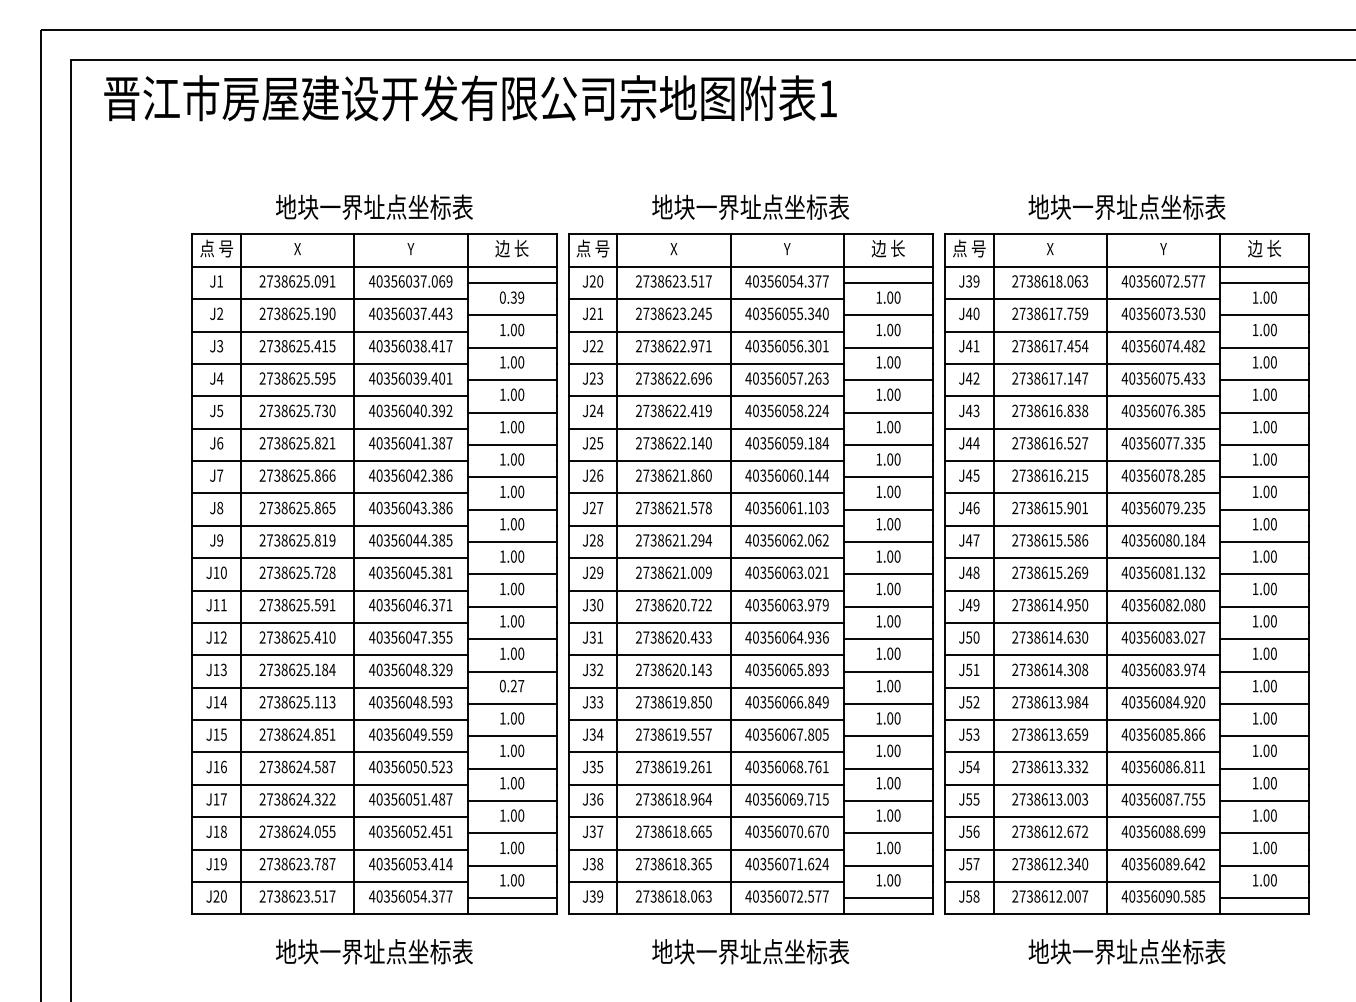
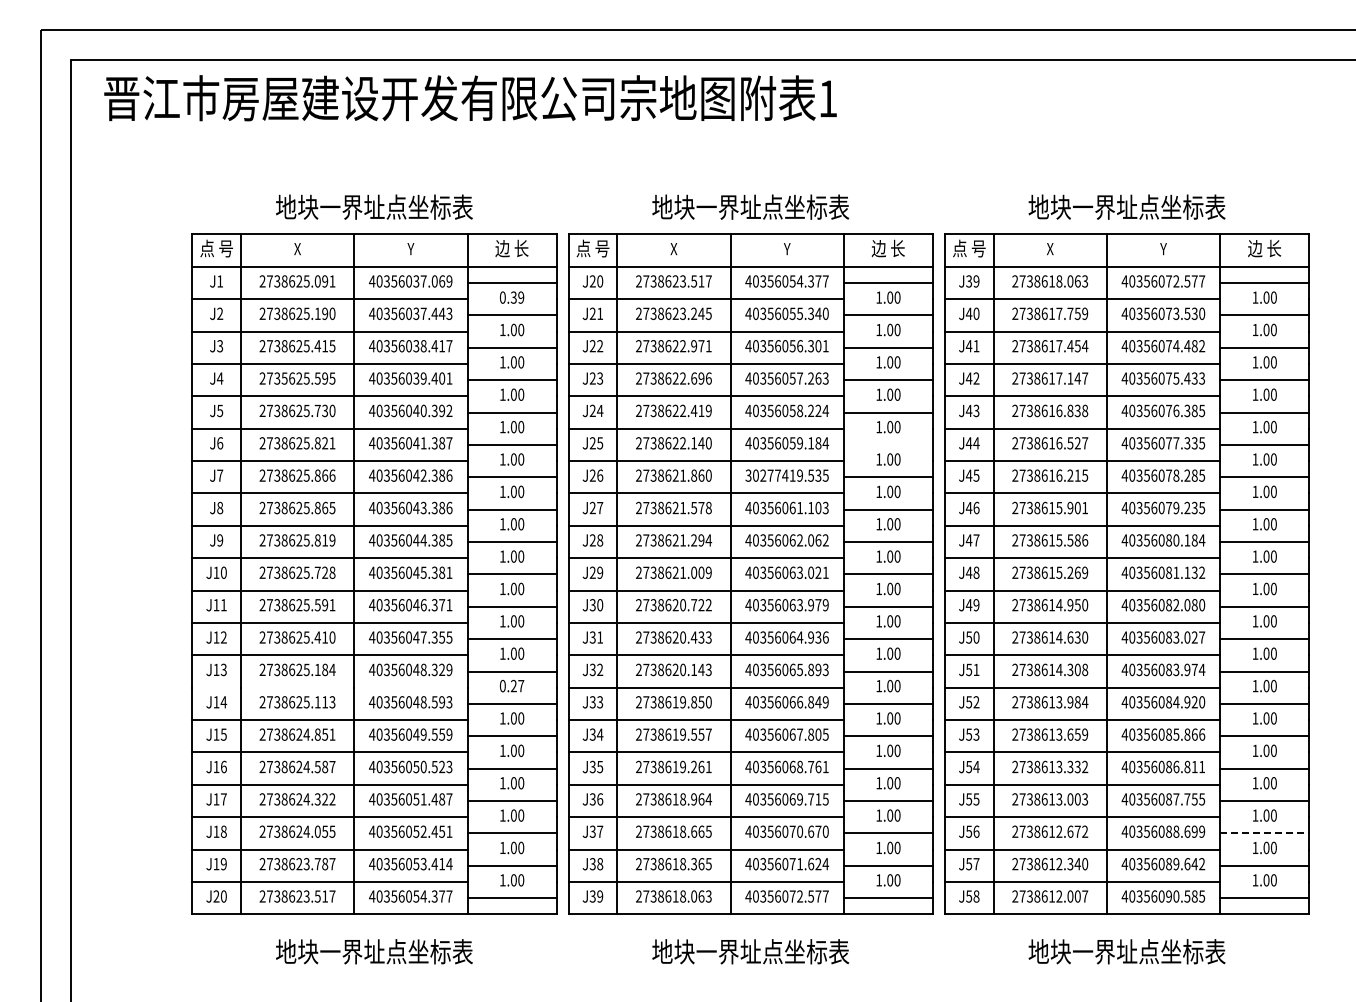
text at (284, 378): 2738625.595 -> 2735625.595
line at (887, 444): present -> none
text at (786, 475): 40356060.144 -> 30277419.535
line at (329, 687): present -> none
line at (1264, 833): solid -> dashed
